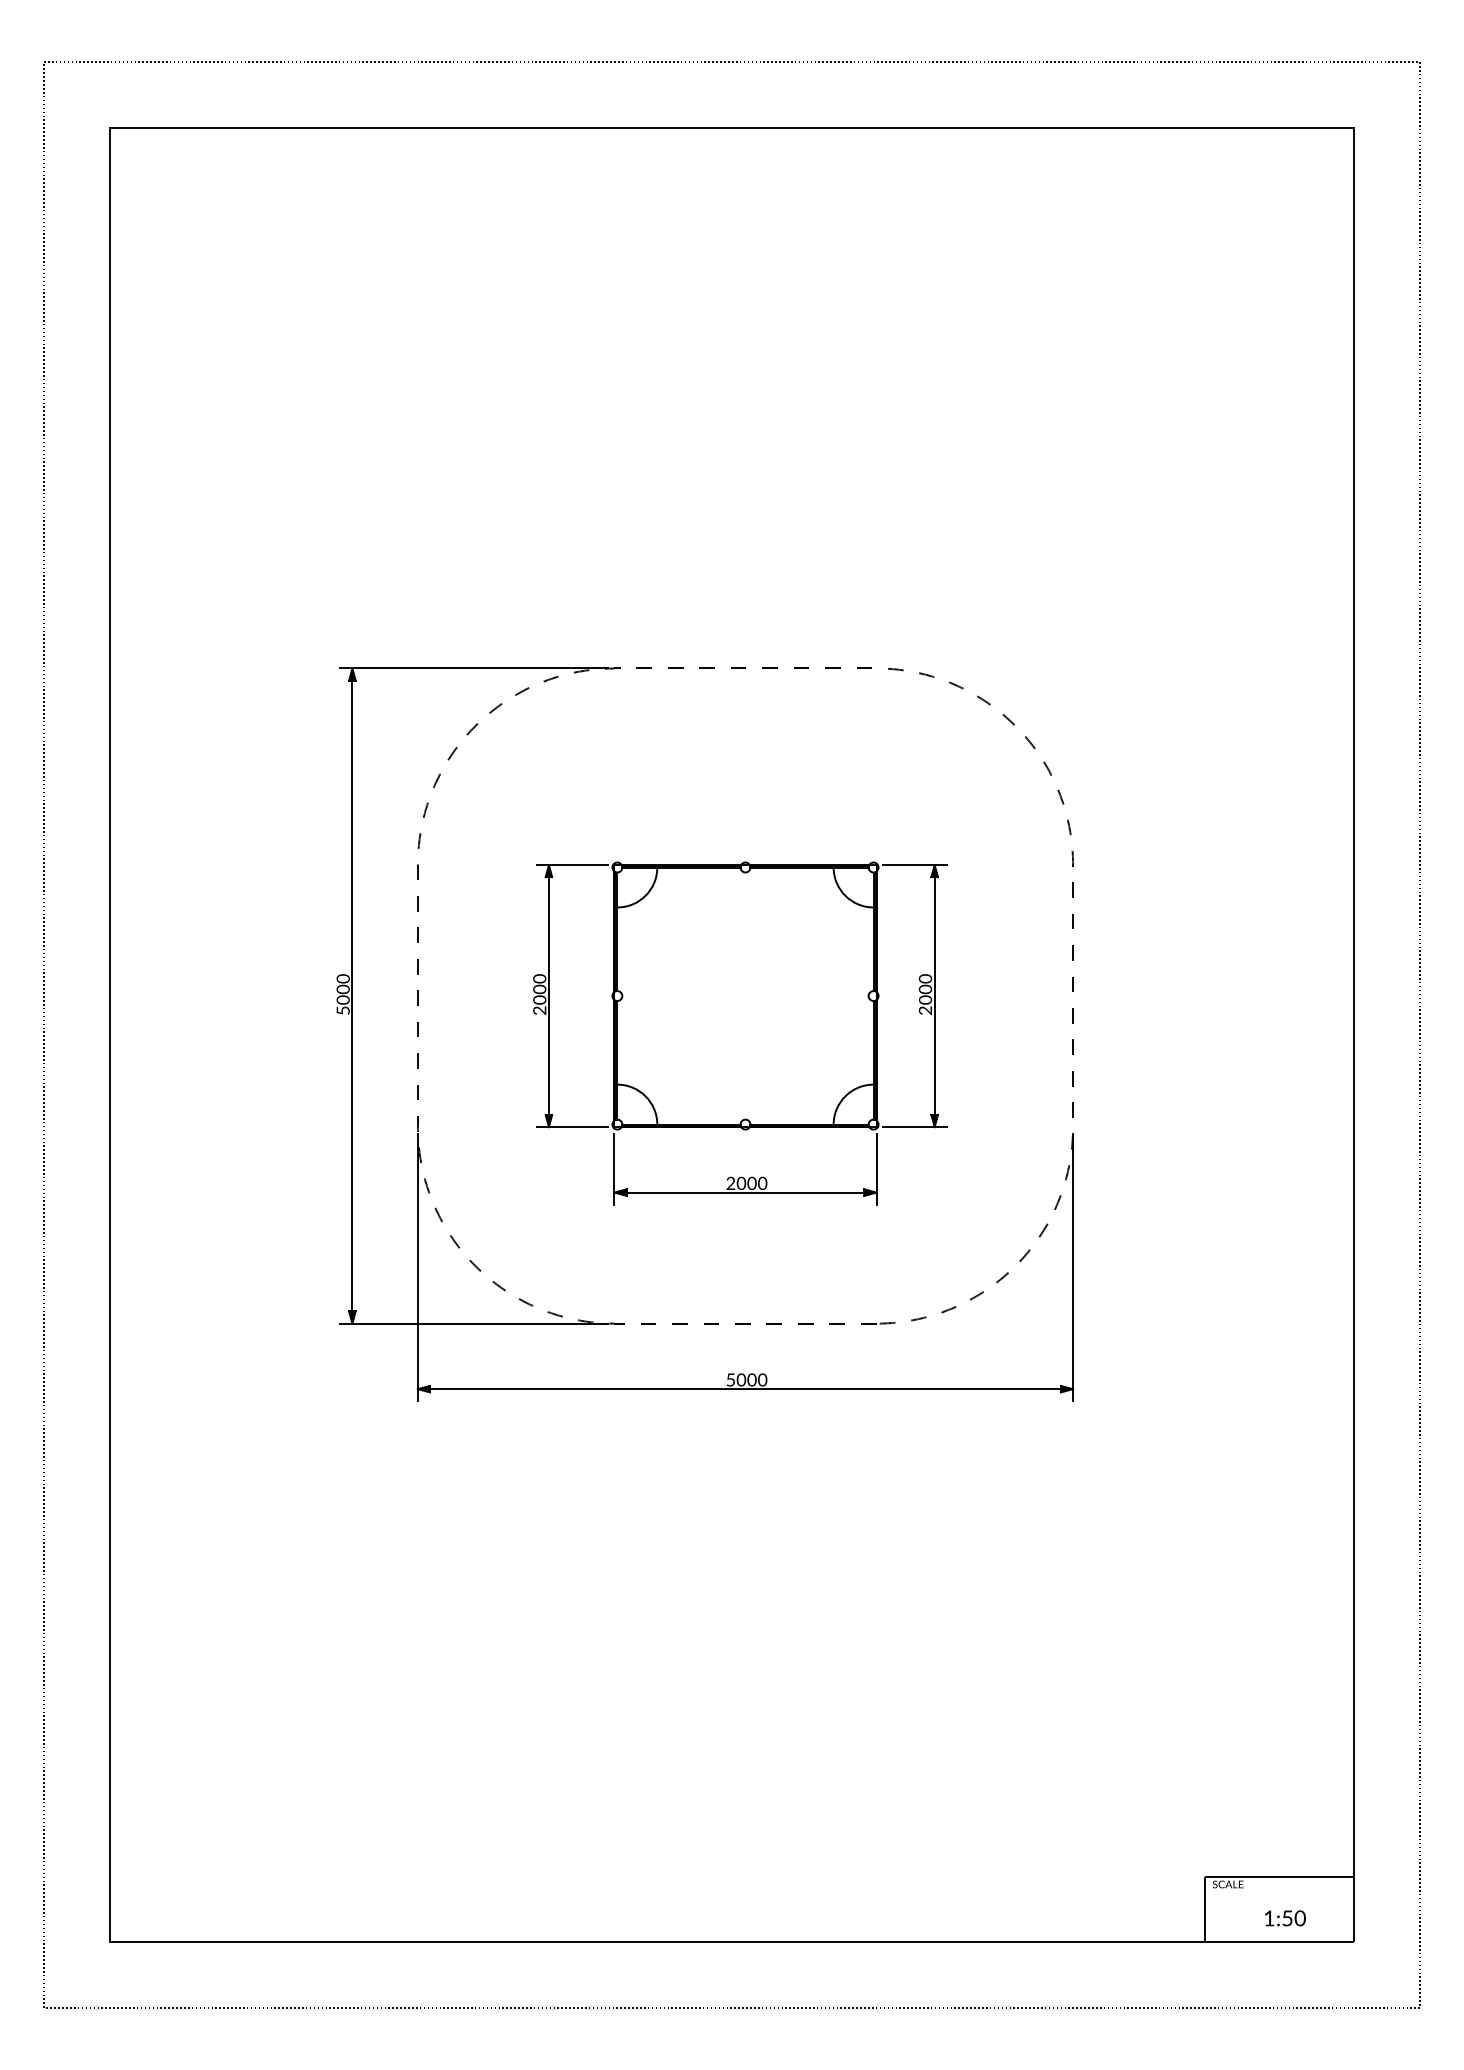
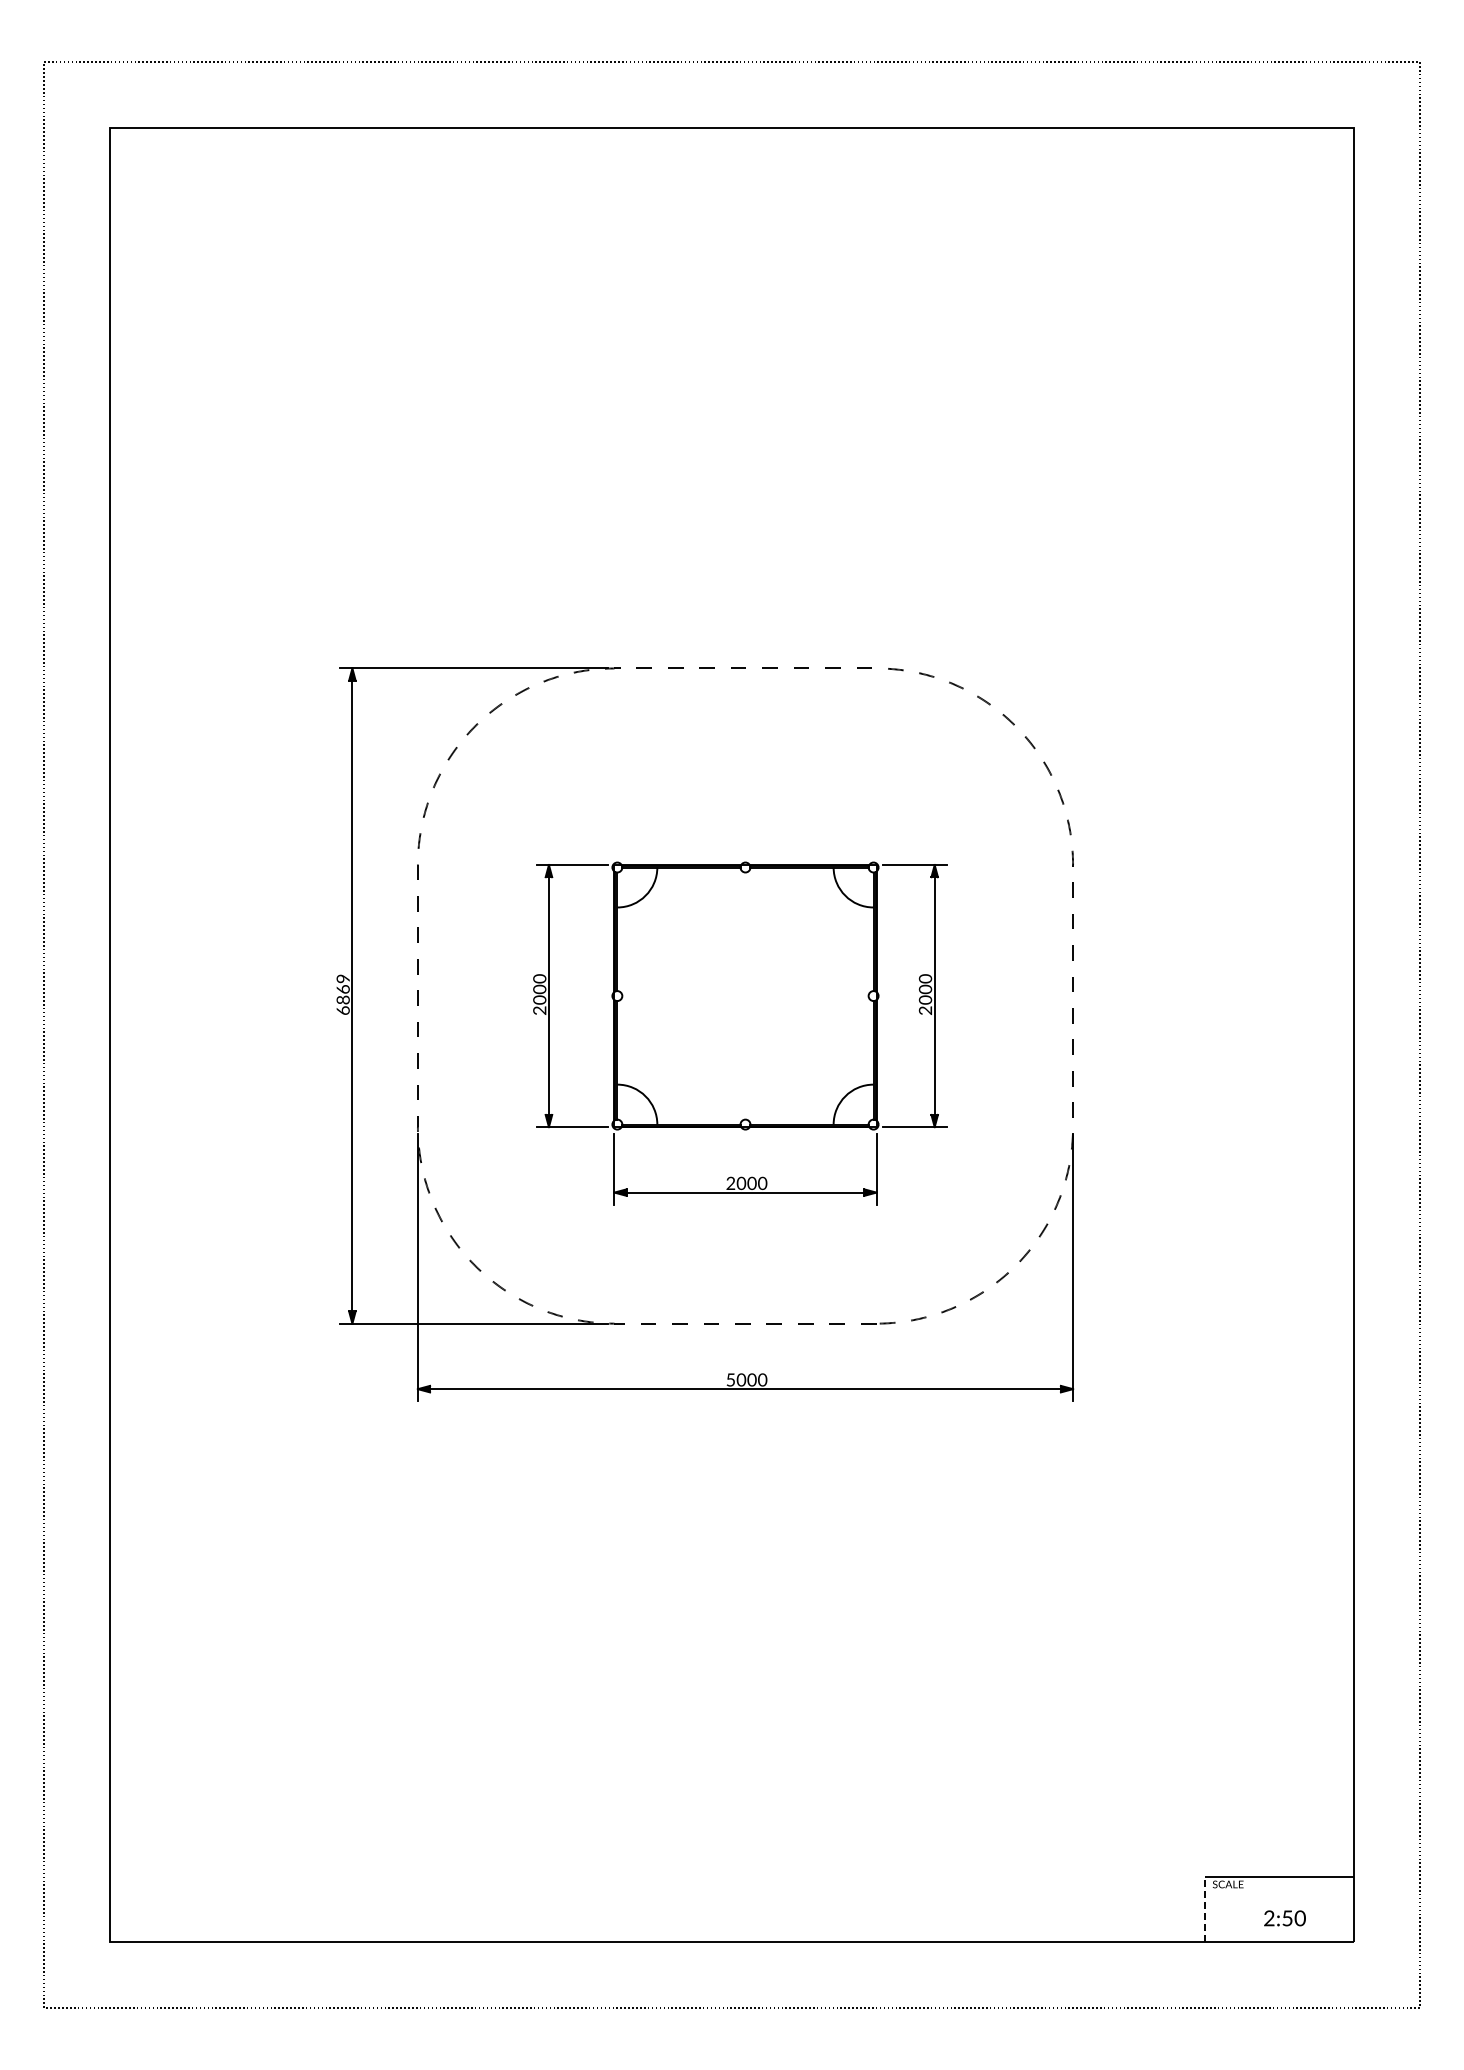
text at (342, 994): 5000 -> 6869
line at (1204, 1909): solid -> dashed
text at (1269, 1918): 1:50 -> 2:50
